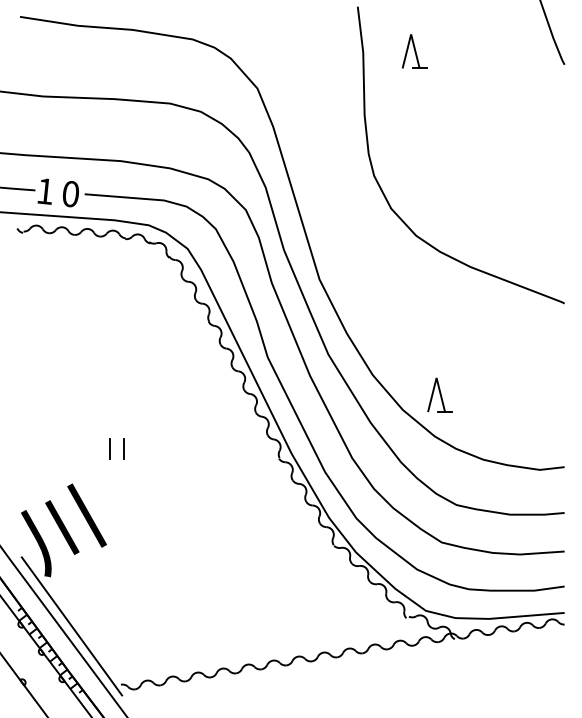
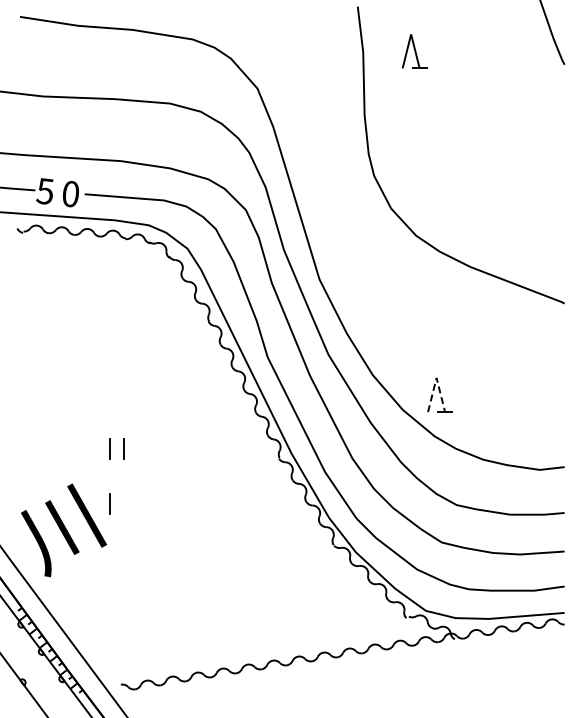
text at (44, 191): 1 -> 5
line at (436, 377): solid -> dashed
line at (109, 503): none -> present
line at (71, 626): present -> none
